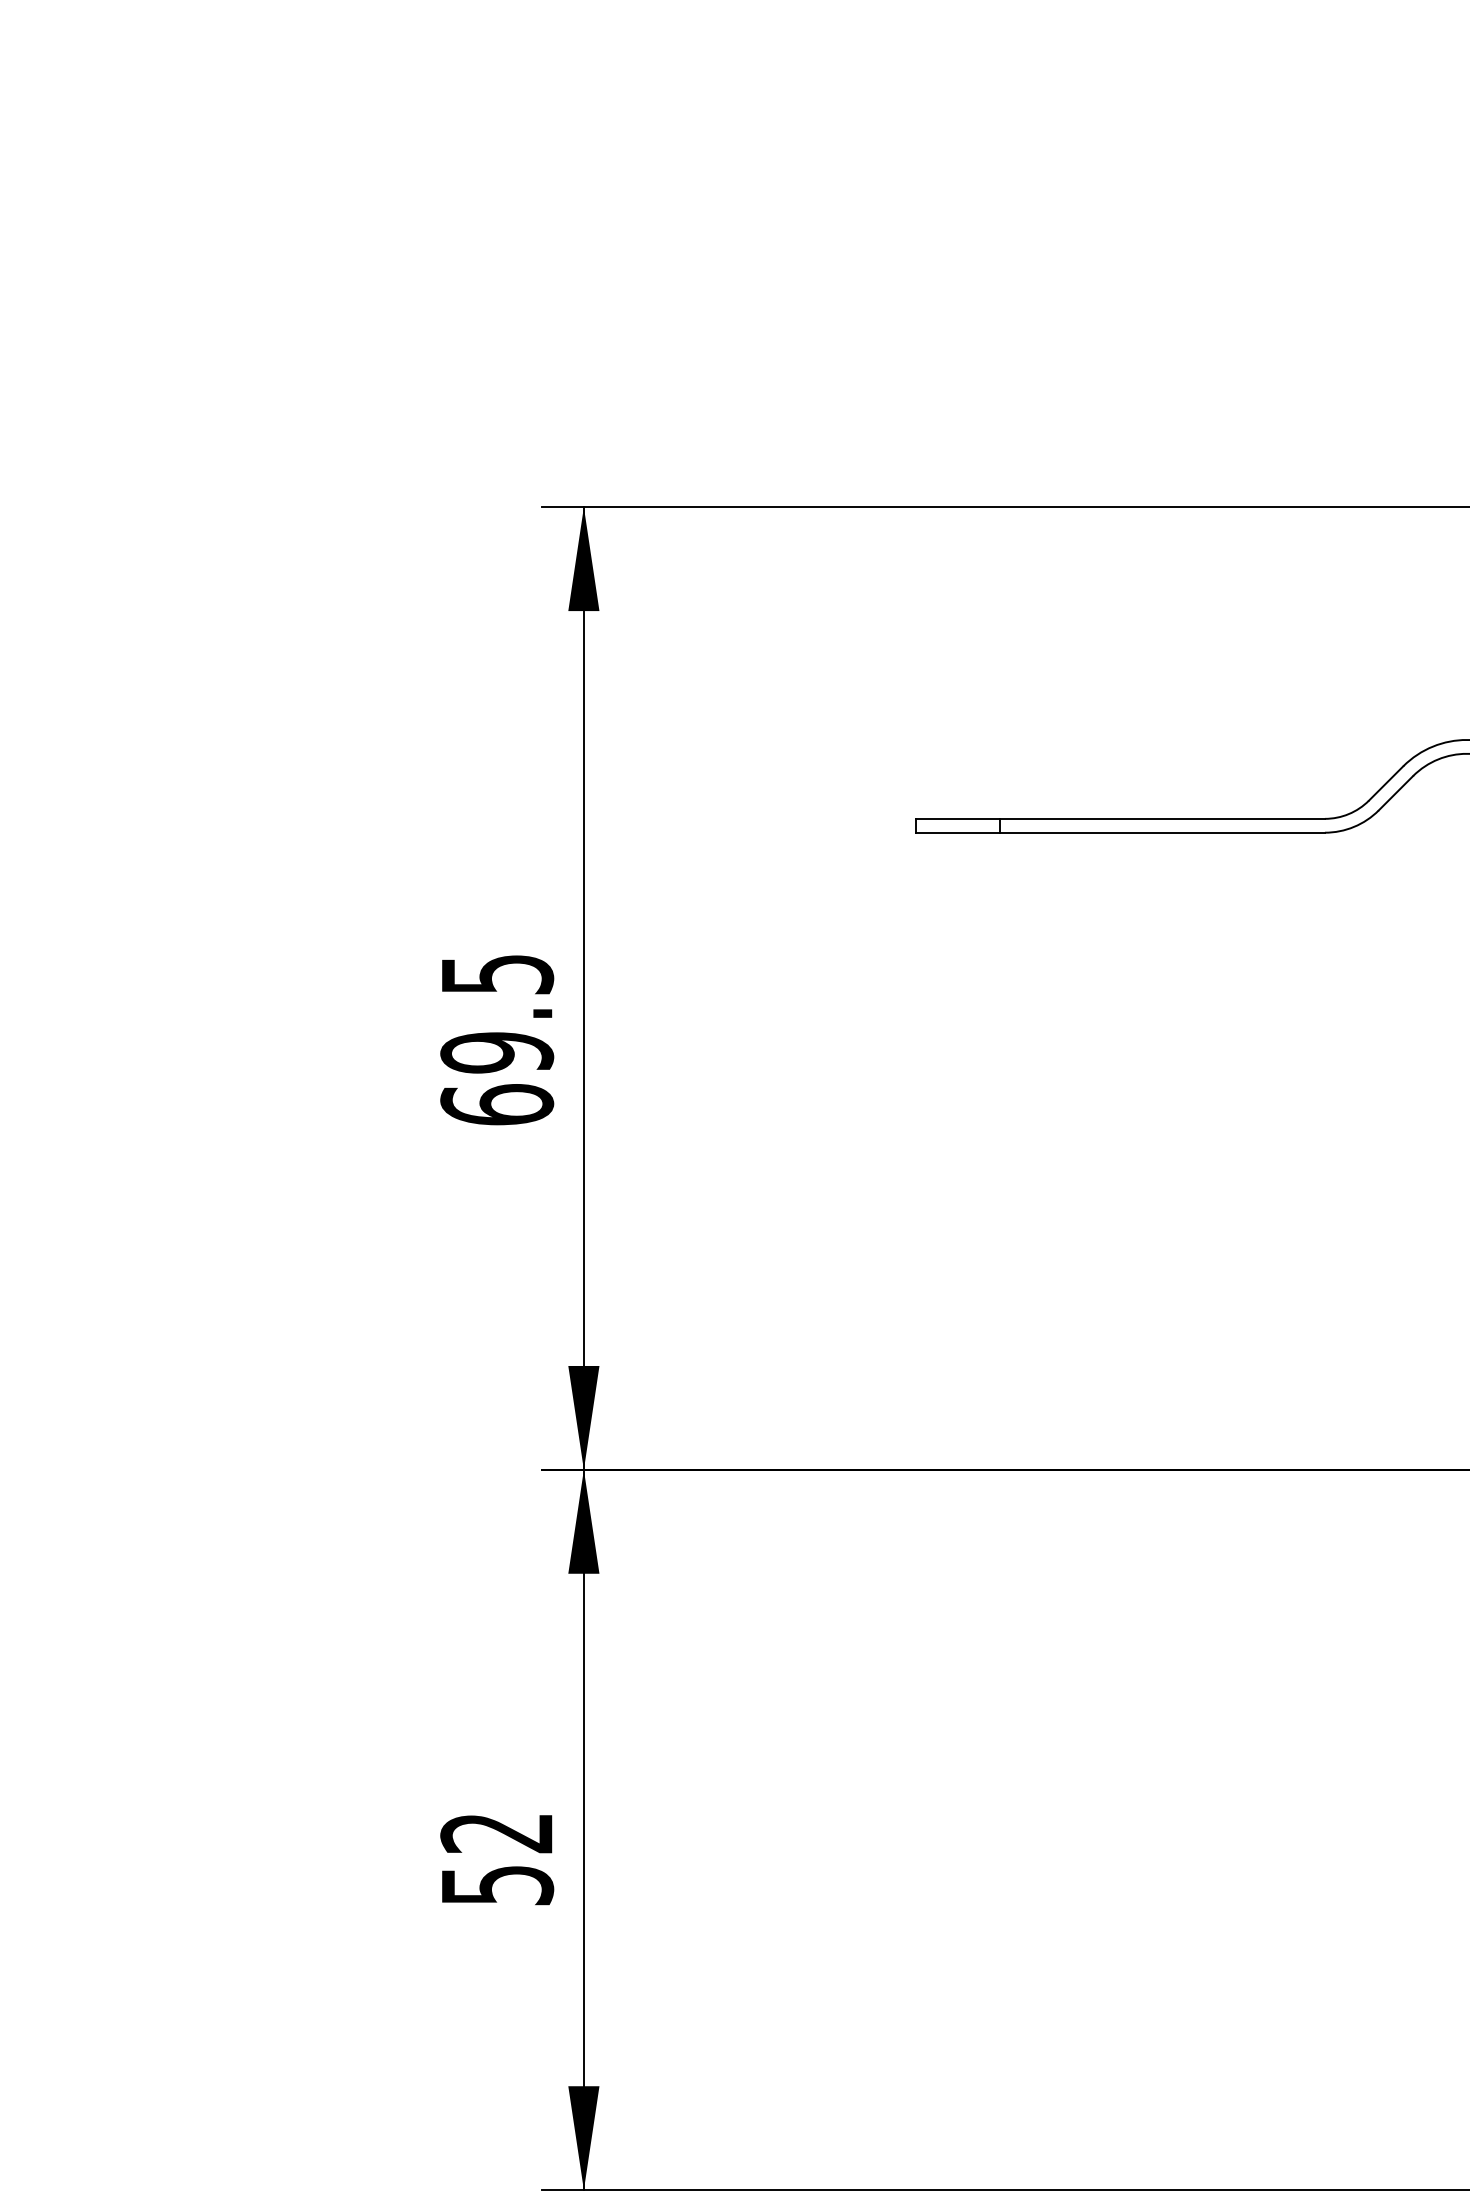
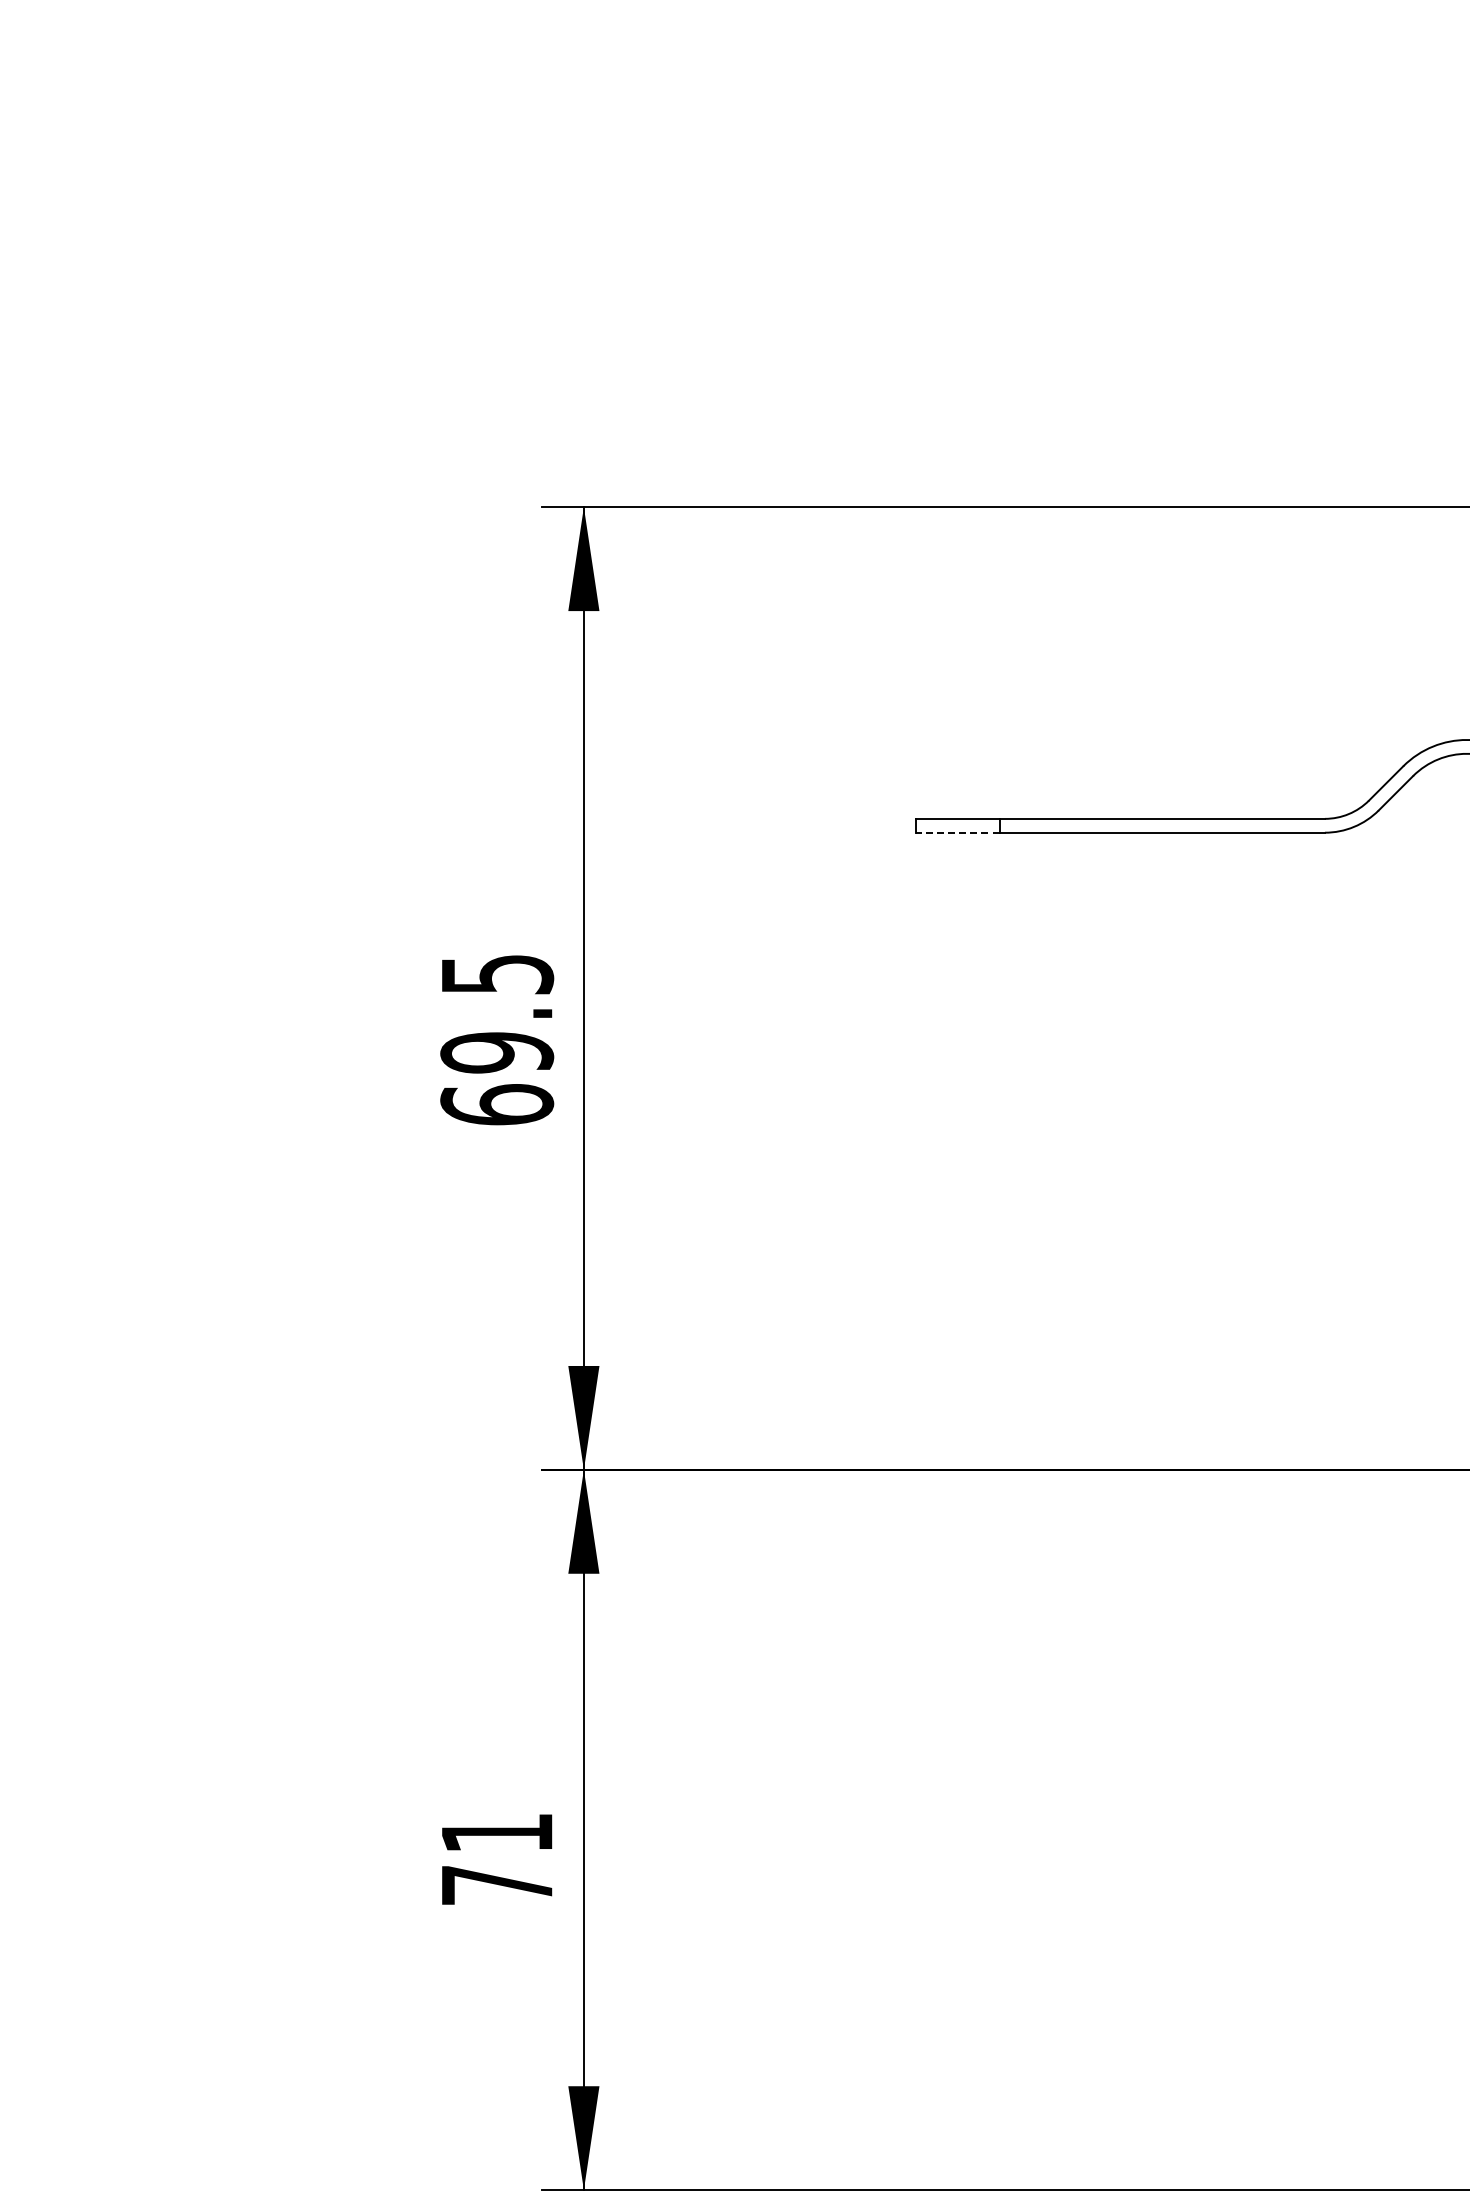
line at (957, 832): solid -> dashed
text at (497, 1859): 52 -> 71
